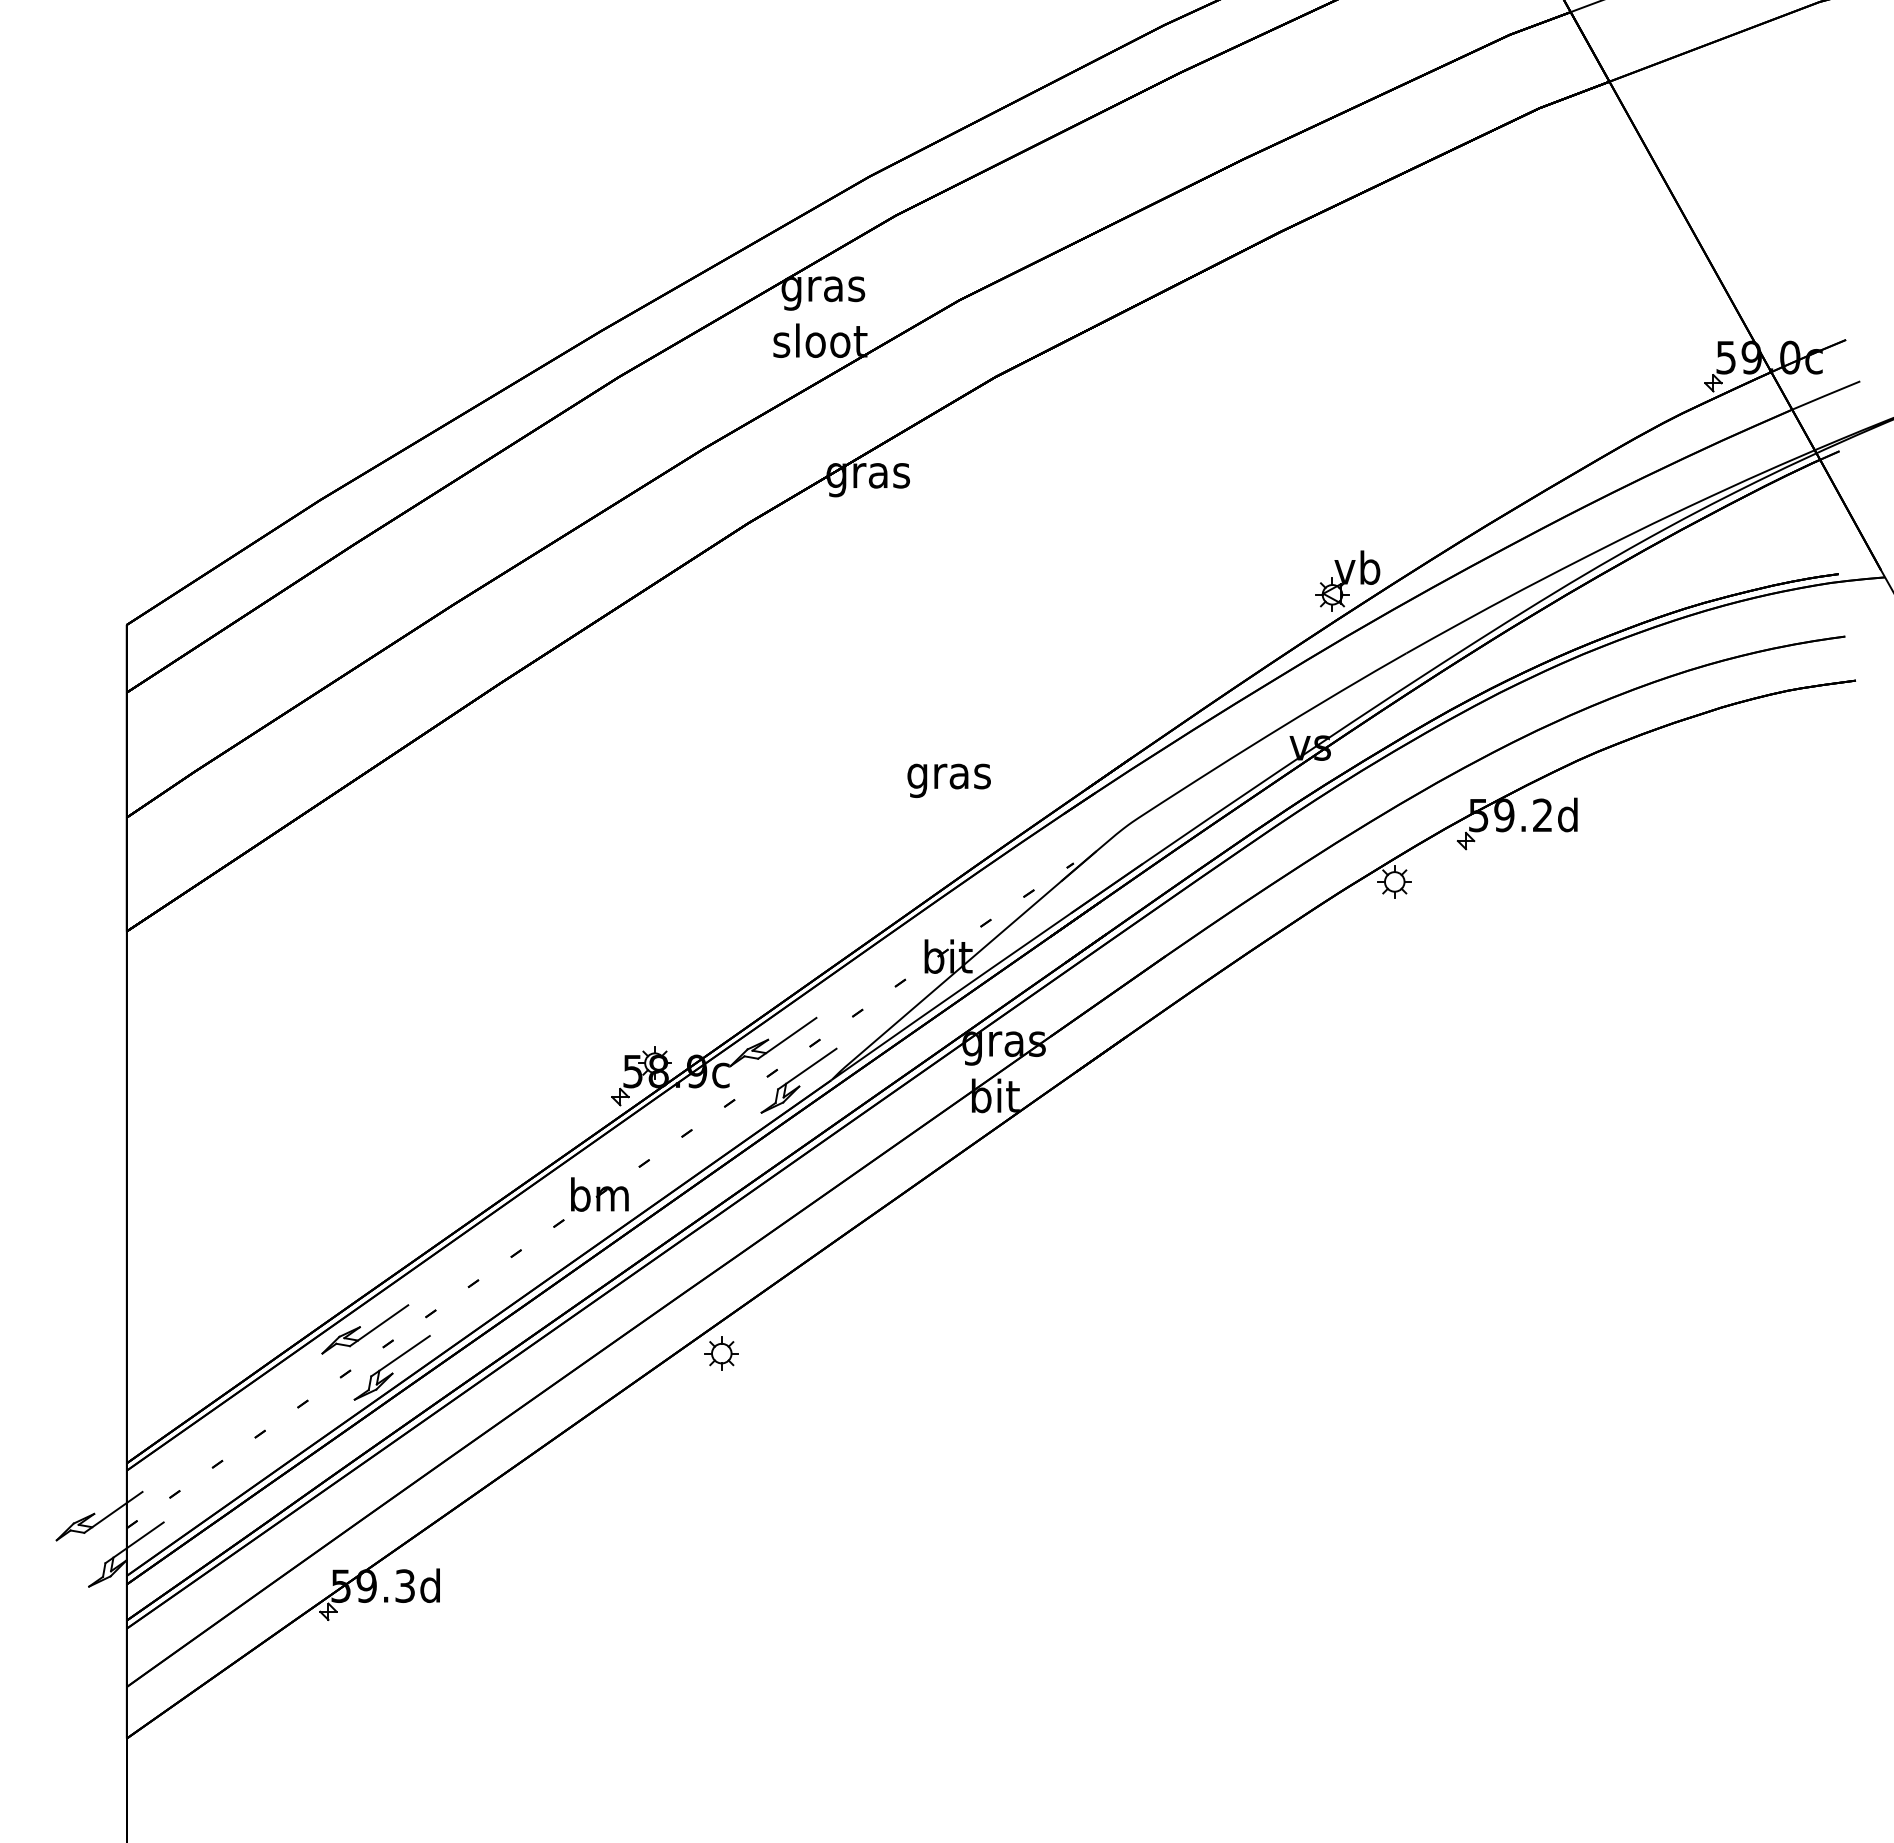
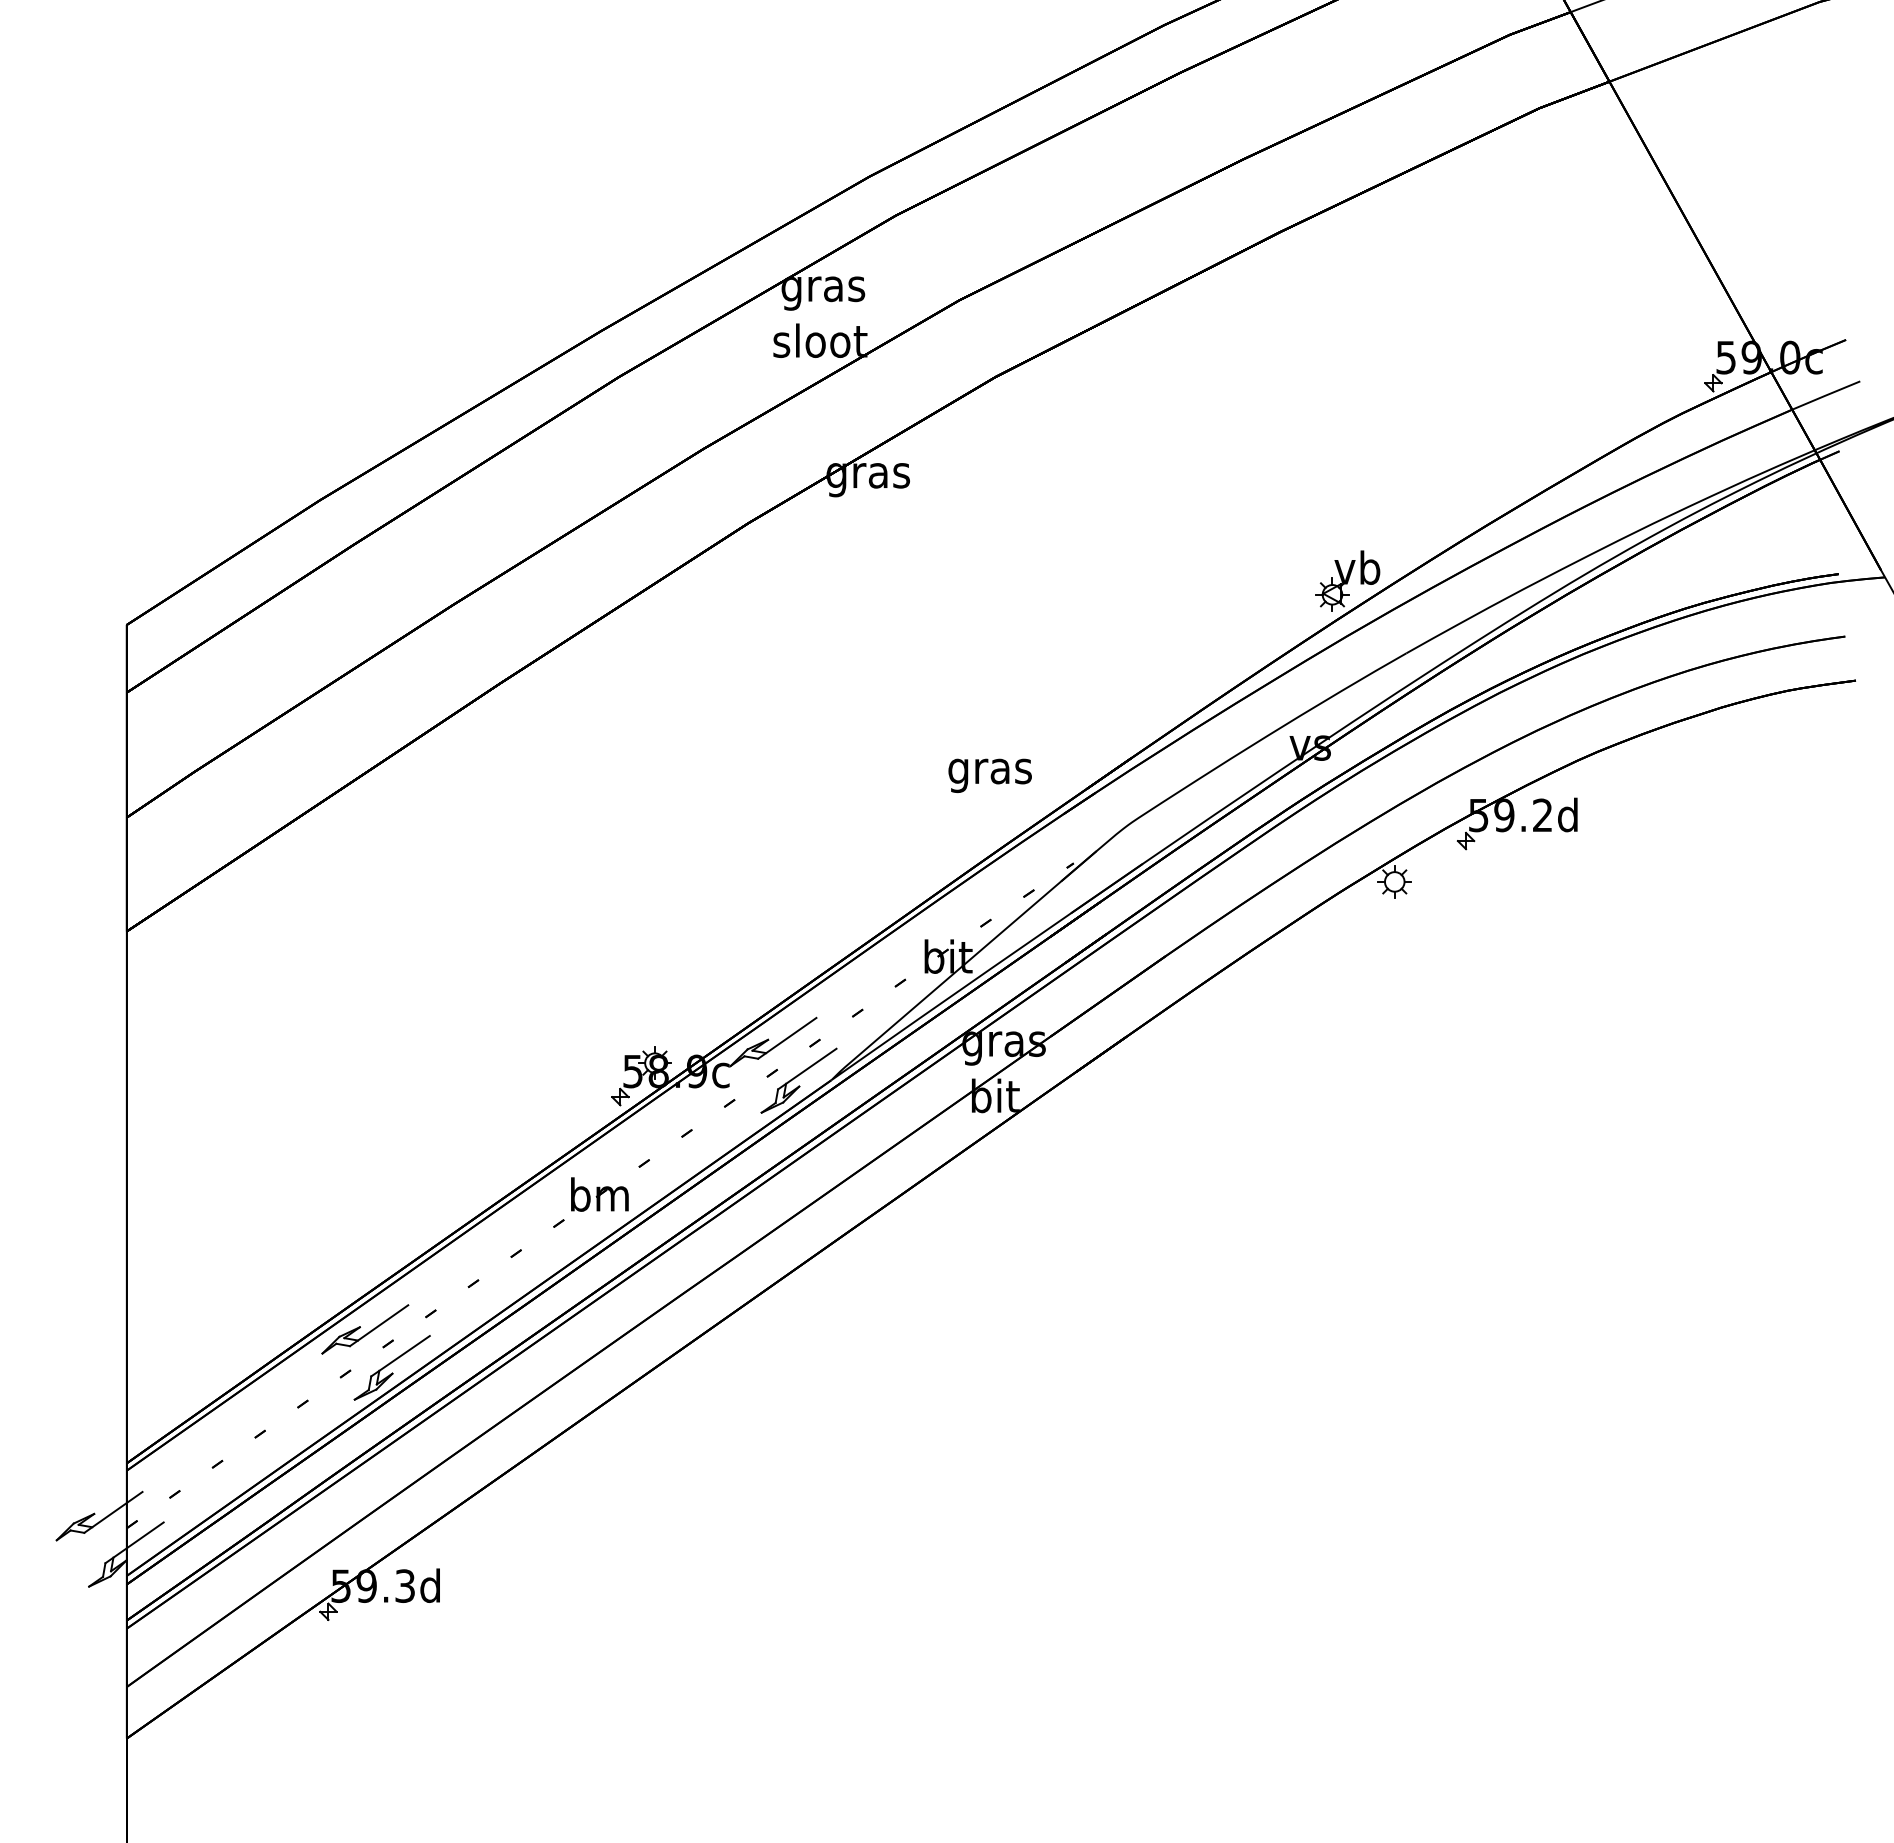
text at (948, 780) position: (948, 780) -> (989, 775)
part at (721, 1353): present -> none
